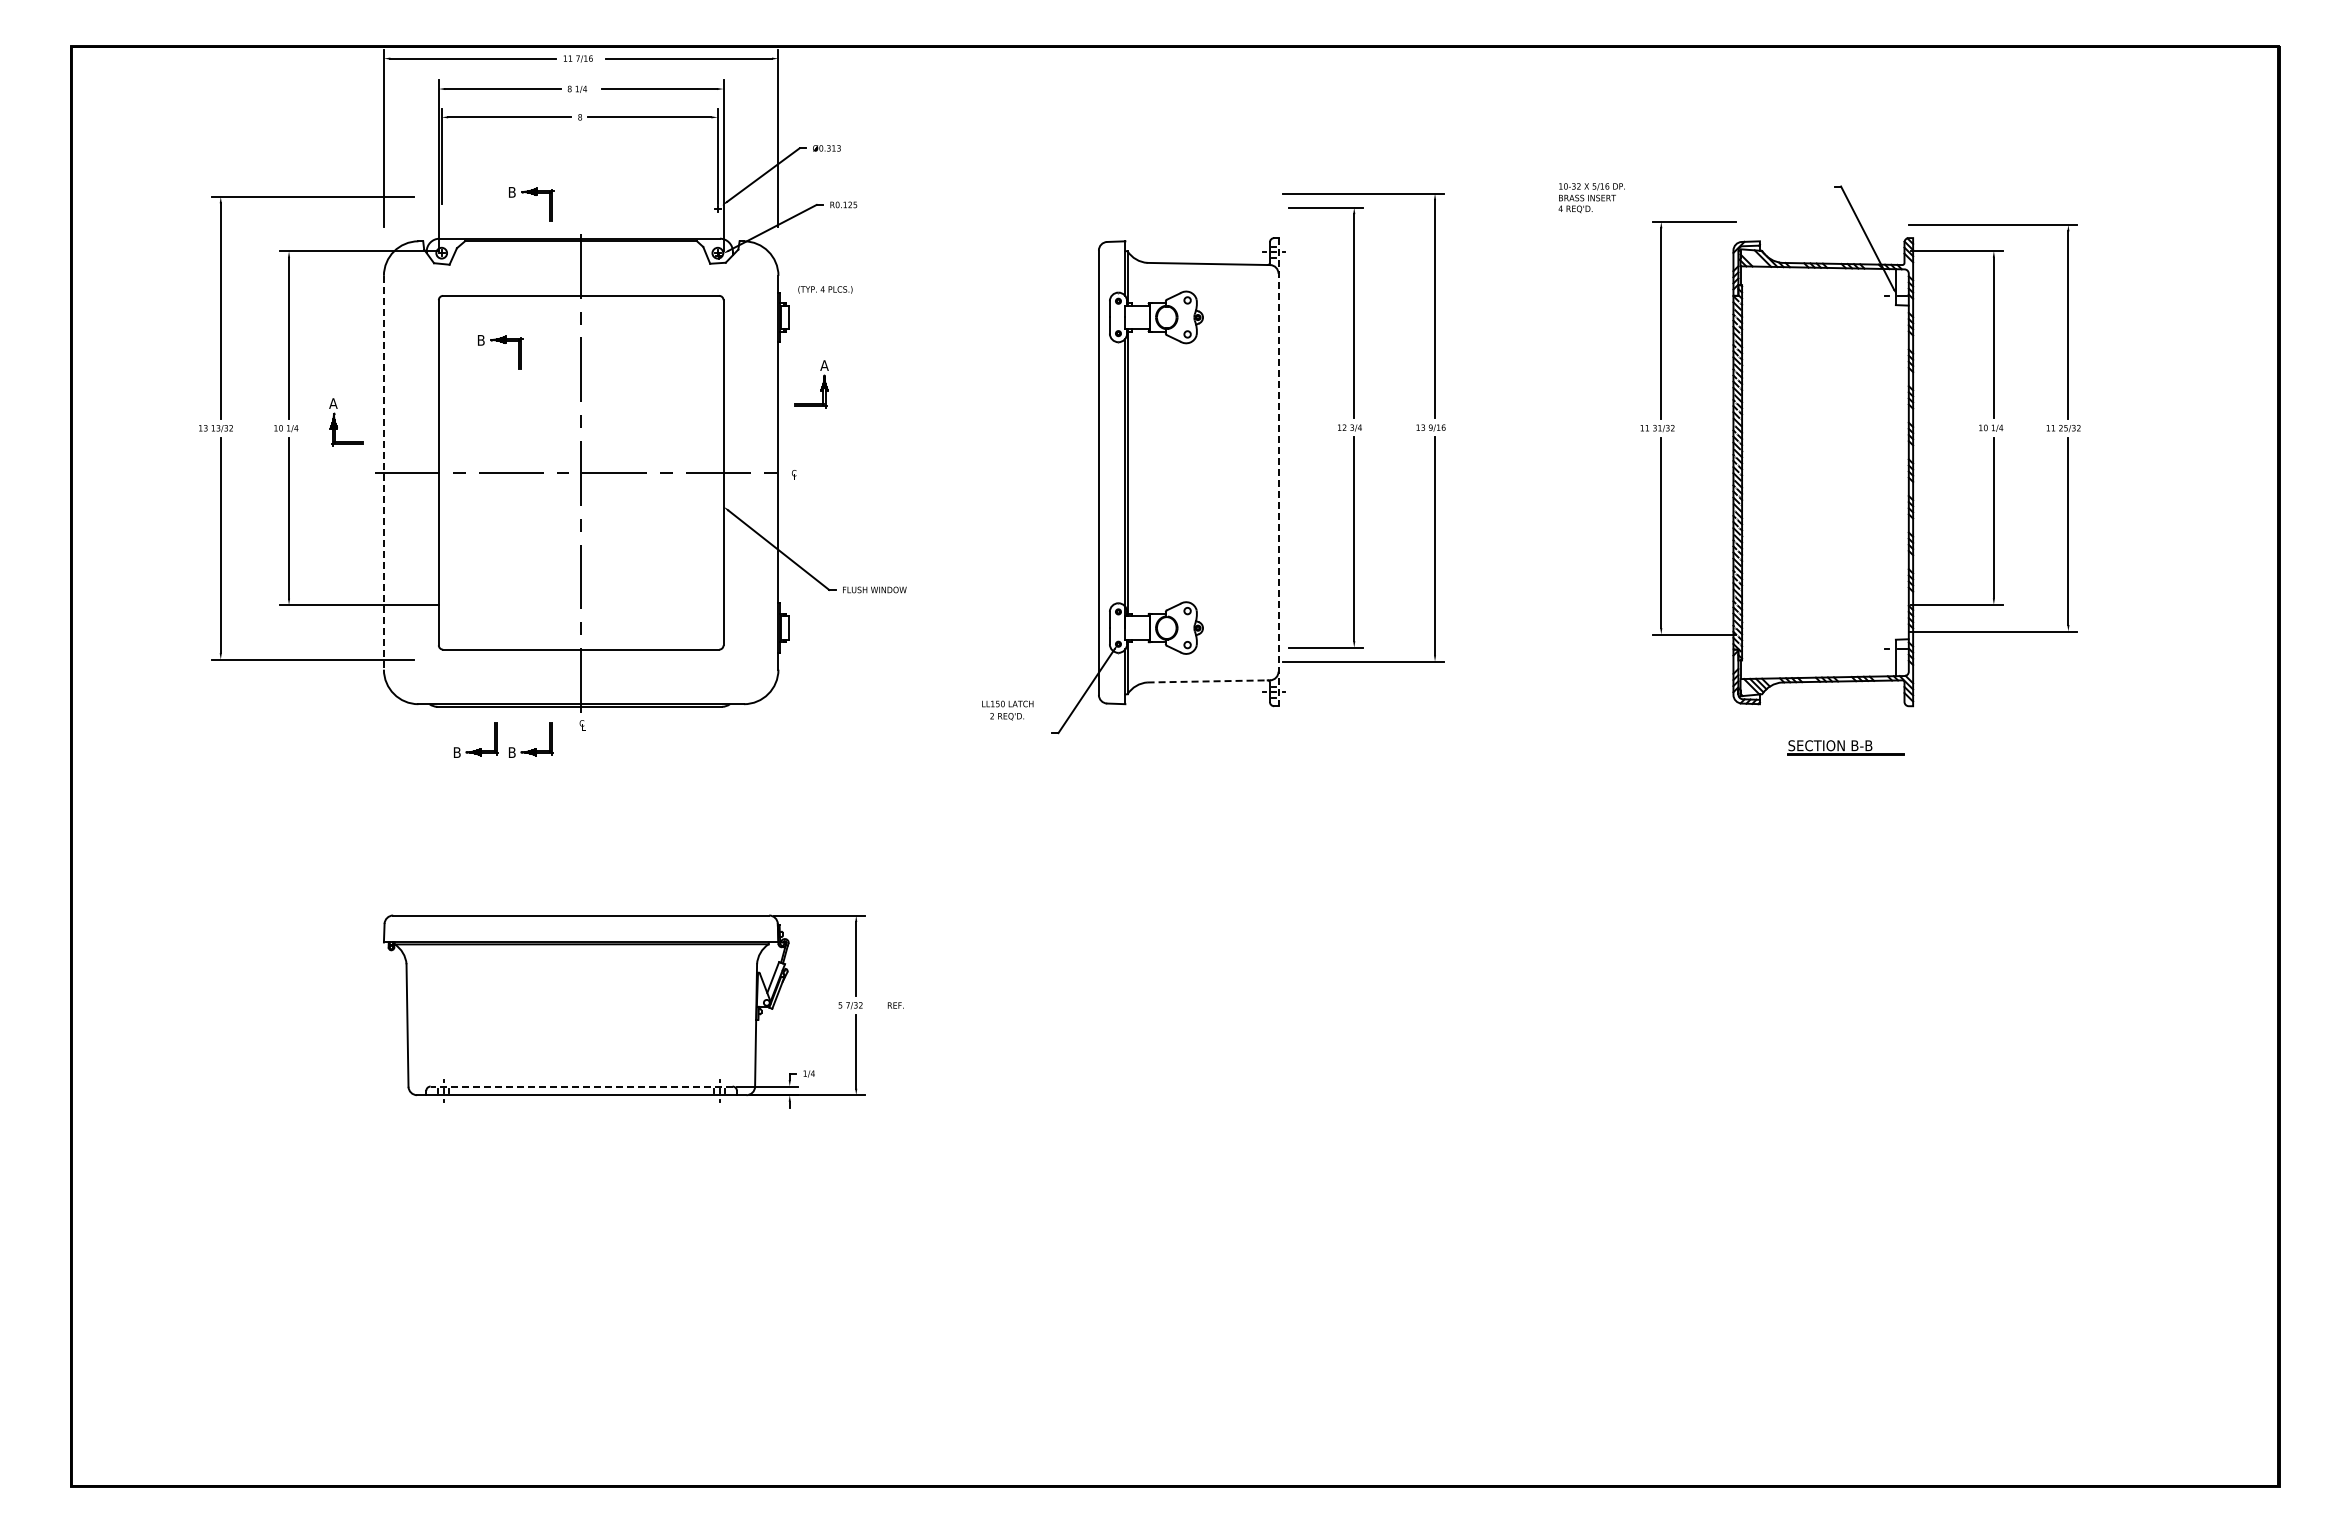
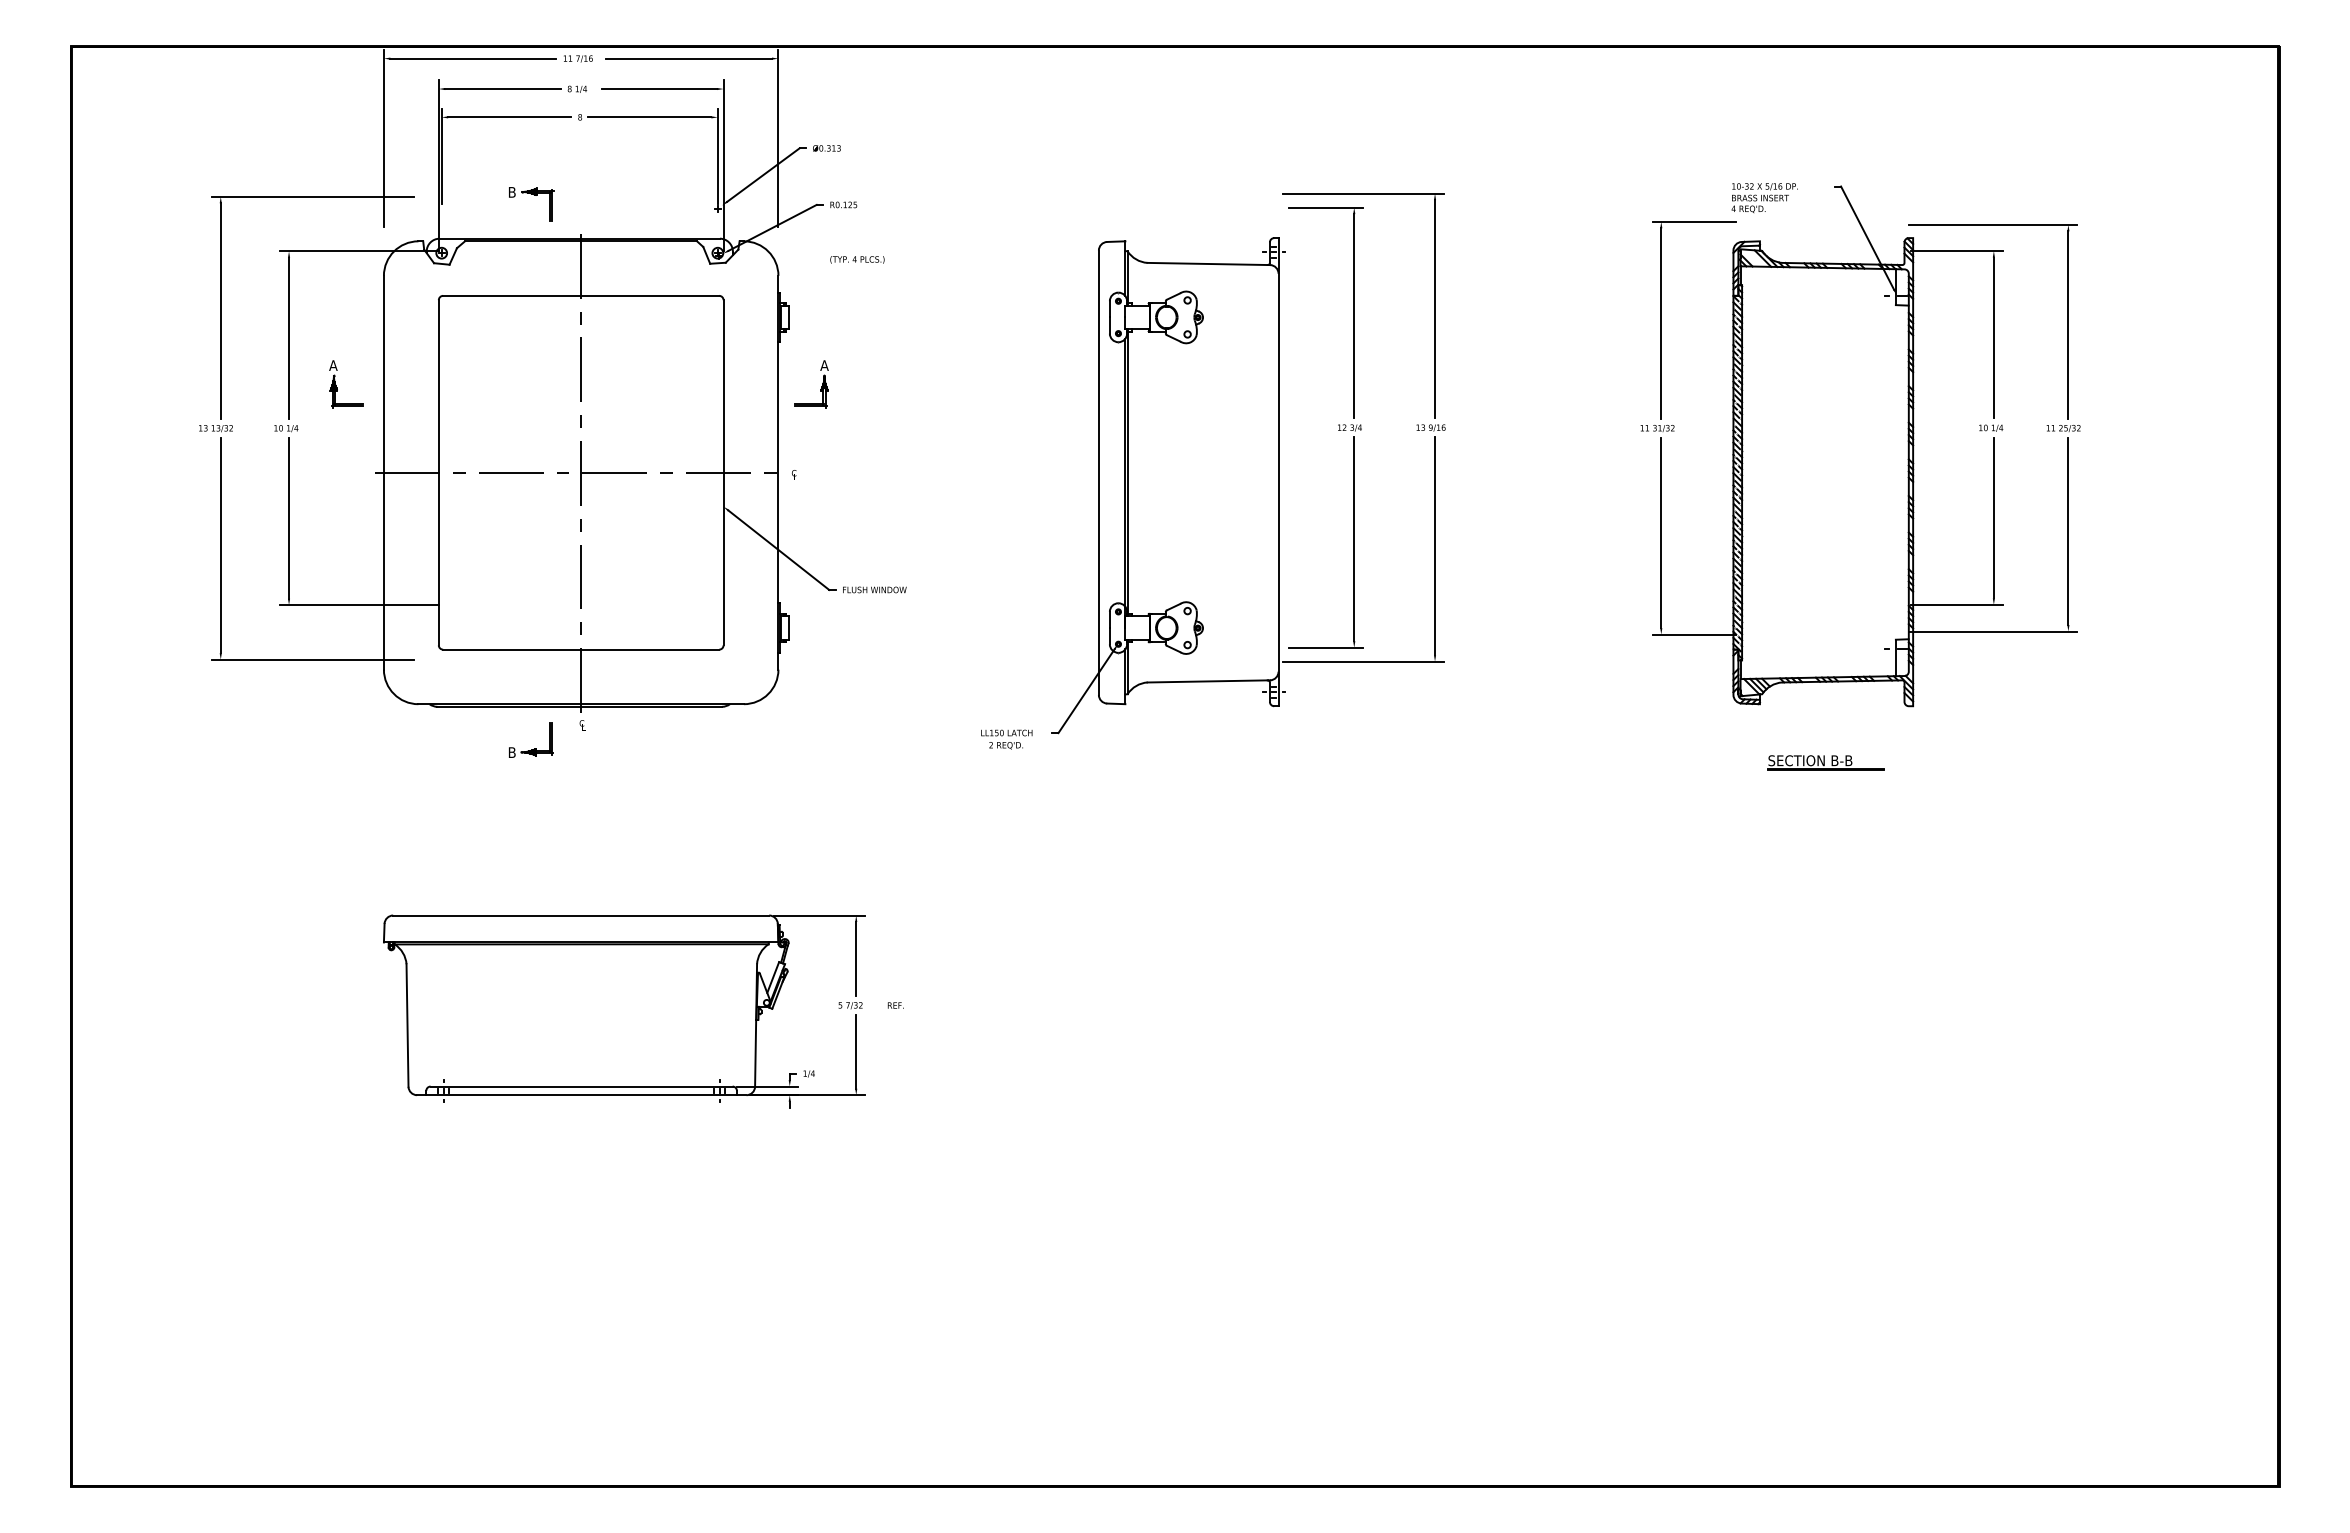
text at (1591, 198) position: (1591, 198) -> (1764, 198)
text at (825, 289) position: (825, 289) -> (857, 259)
part at (502, 343): present -> none
part at (337, 425) position: (337, 425) -> (337, 387)
line at (383, 472): dashed -> solid
line at (1278, 472): dashed -> solid
line at (1208, 681): dashed -> solid
text at (1007, 710) position: (1007, 710) -> (1006, 739)
part at (1845, 747) position: (1845, 747) -> (1825, 762)
part at (479, 748): present -> none
line at (581, 1086): dashed -> solid
